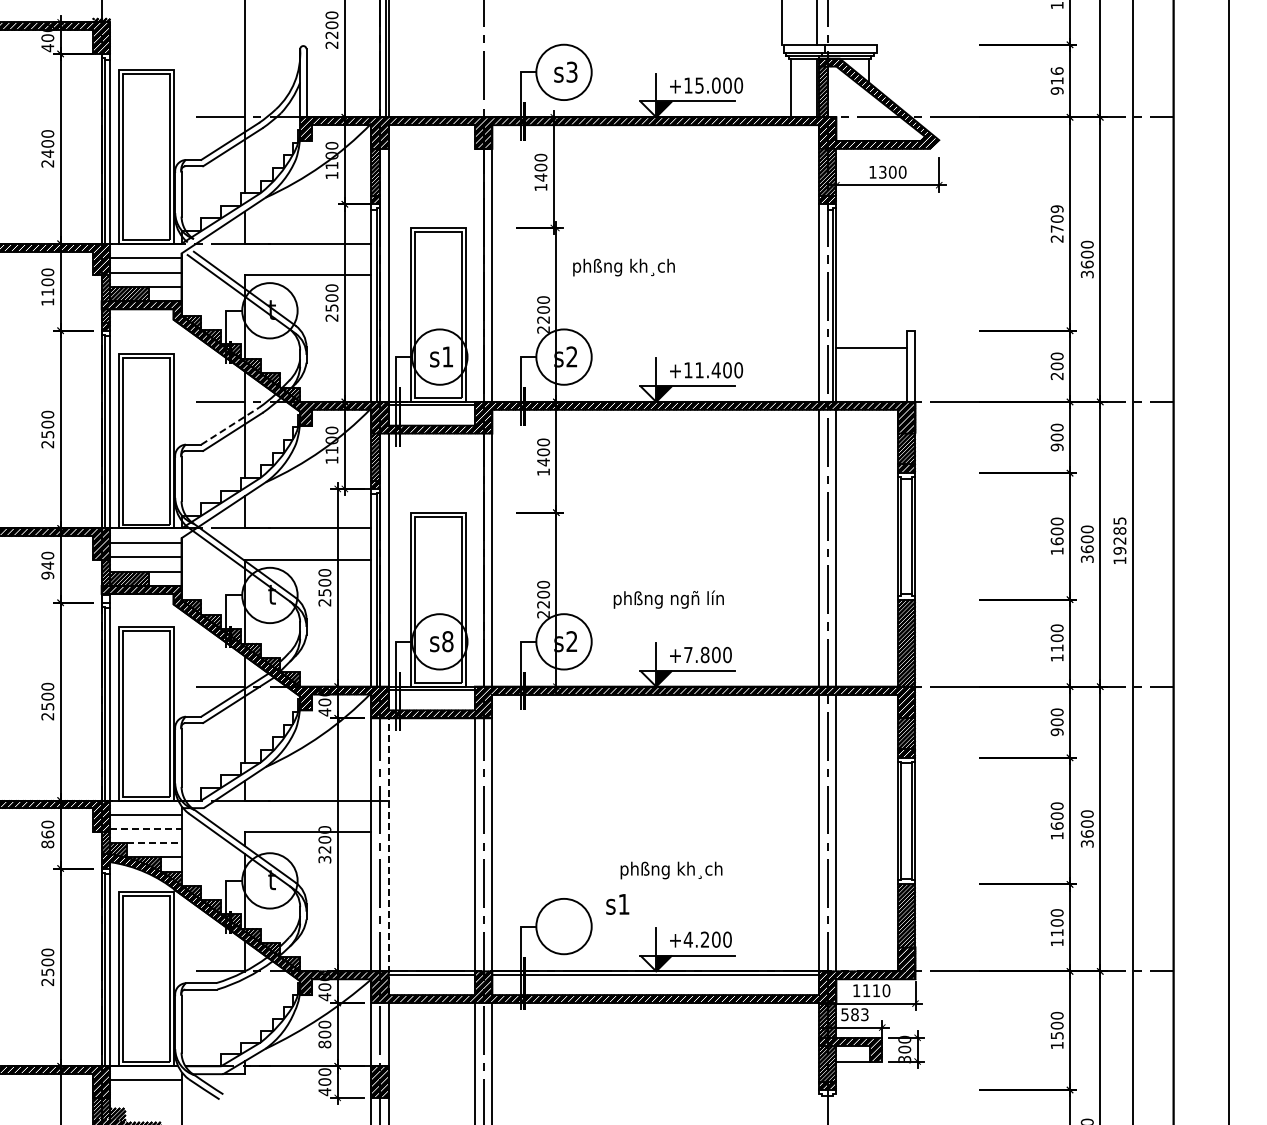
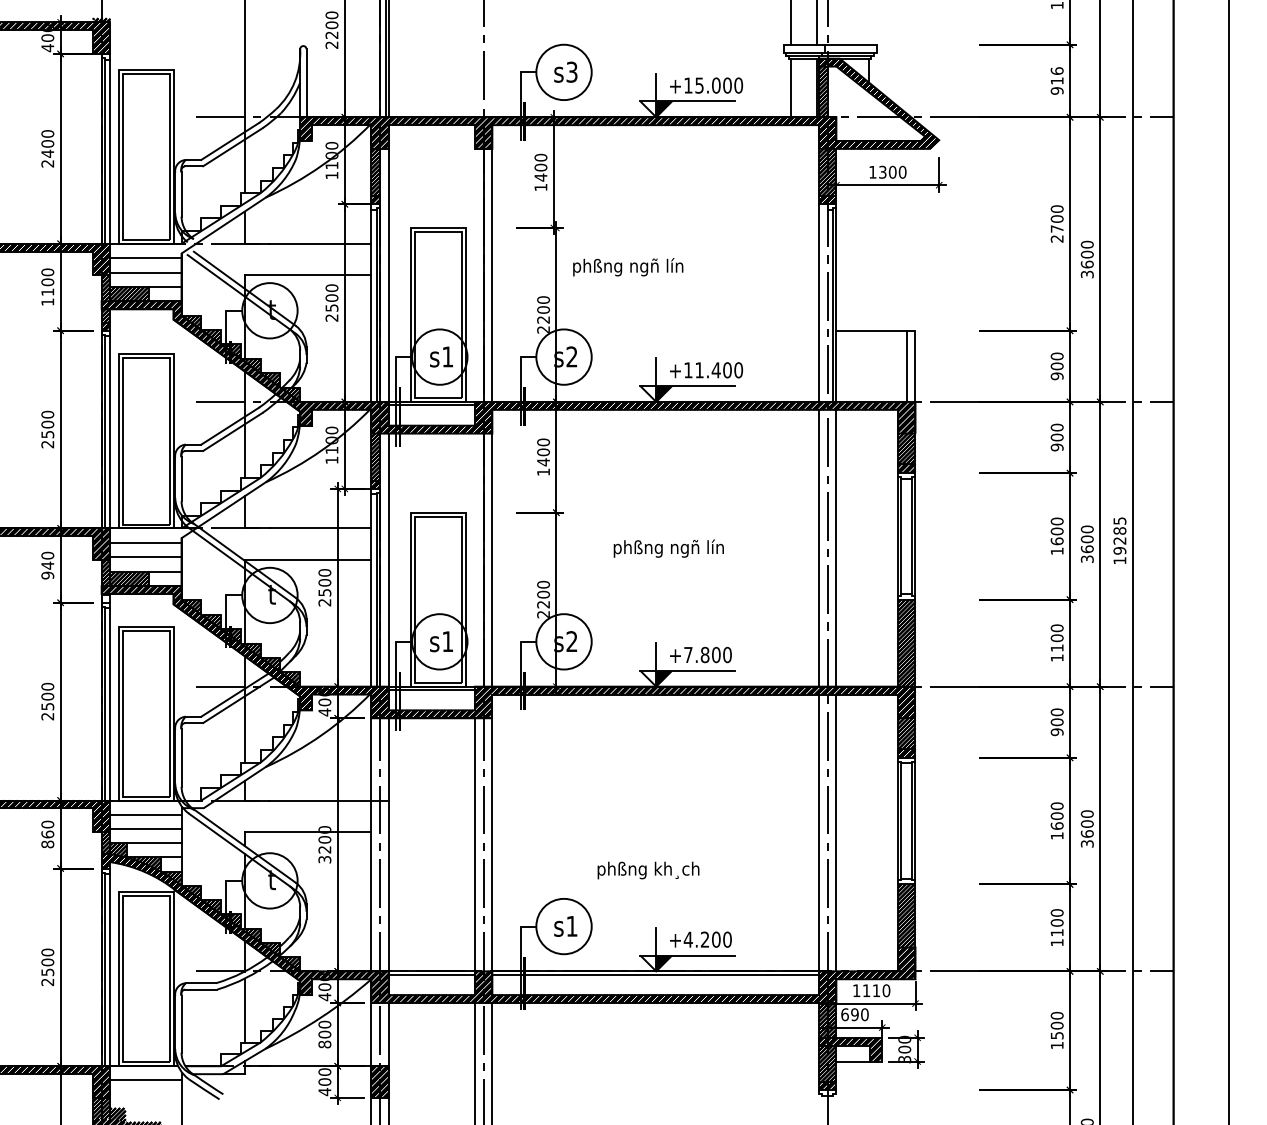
line at (782, 23) position: (782, 23) -> (791, 23)
text at (1057, 208): 2709 -> 2700
text at (656, 267): phßng kh¸ch -> phßng ngñ lín
line at (871, 347) position: (871, 347) -> (871, 330)
text at (1056, 376): 200 -> 900
line at (230, 425): dashed -> solid
text at (668, 599) position: (668, 599) -> (668, 548)
text at (447, 641): s8 -> s1
line at (145, 829): dashed -> solid
line at (154, 843): dashed -> solid
line at (388, 856): dashed -> solid
text at (671, 870) position: (671, 870) -> (648, 870)
text at (617, 904) position: (617, 904) -> (565, 926)
line at (244, 1010): none -> present
text at (854, 1014): 583 -> 690
